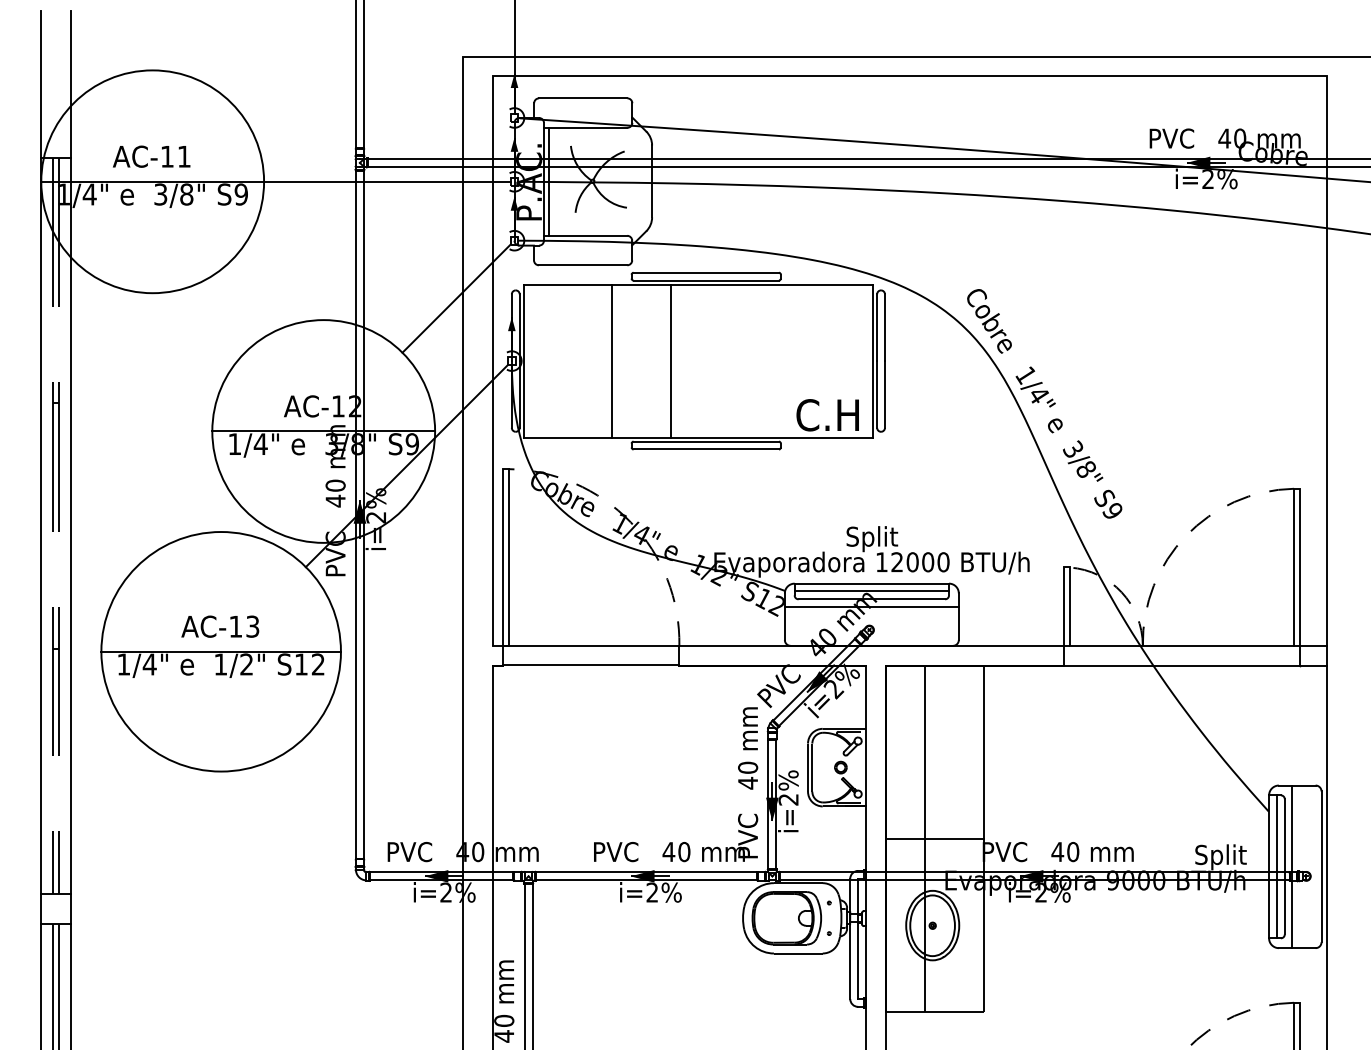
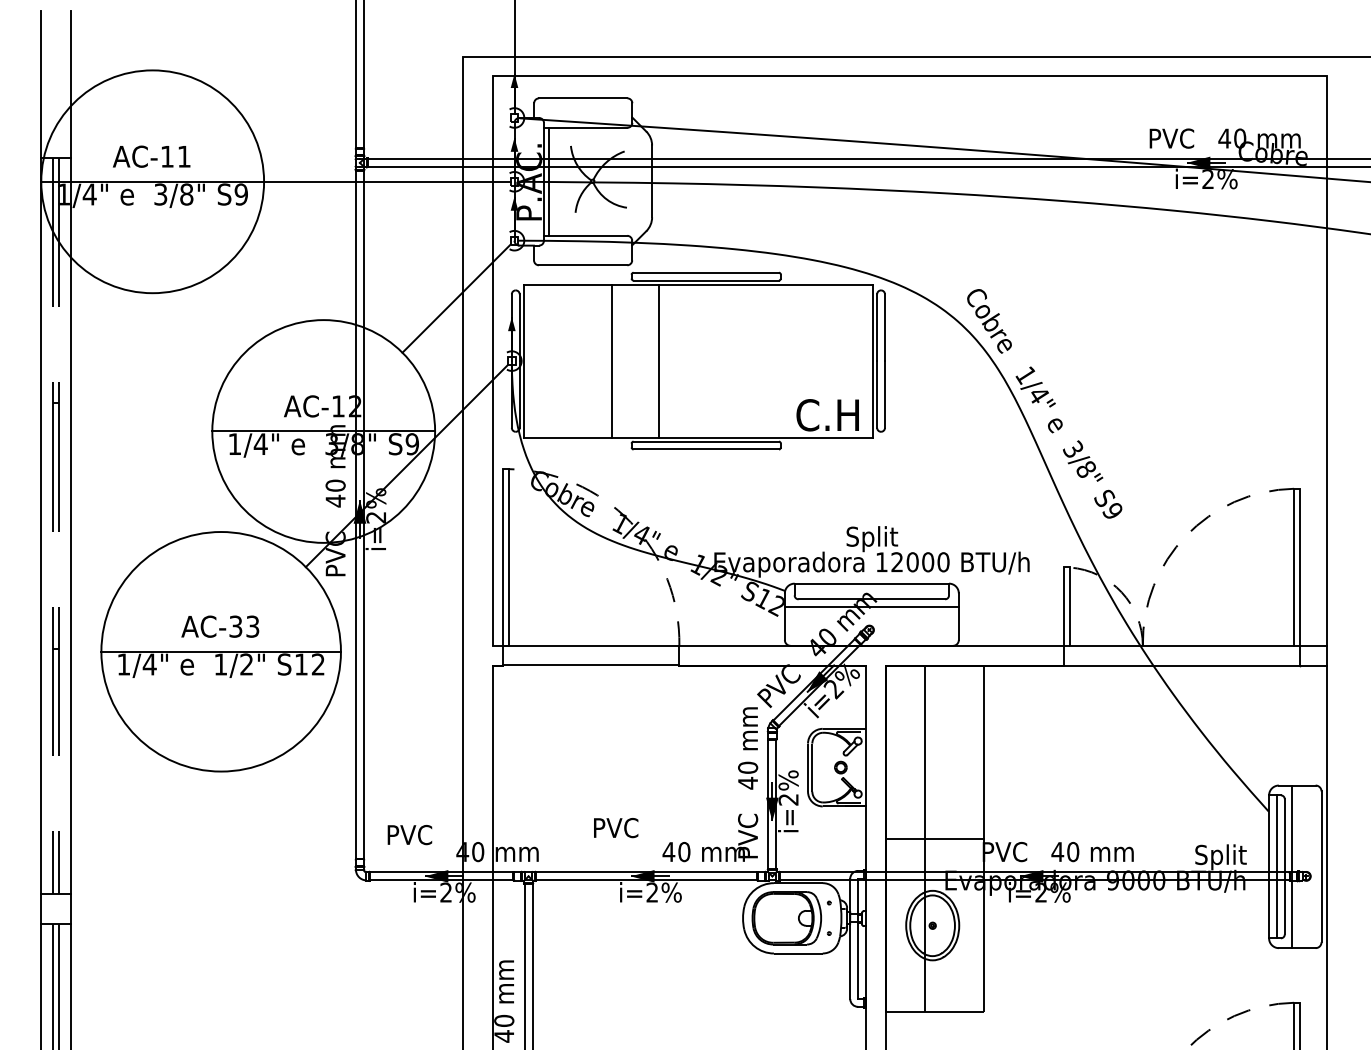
line at (670, 360) position: (670, 360) -> (658, 360)
line at (871, 591): present -> none
text at (235, 626): AC-13 -> AC-33
text at (409, 852) position: (409, 852) -> (409, 835)
text at (616, 852) position: (616, 852) -> (616, 828)
